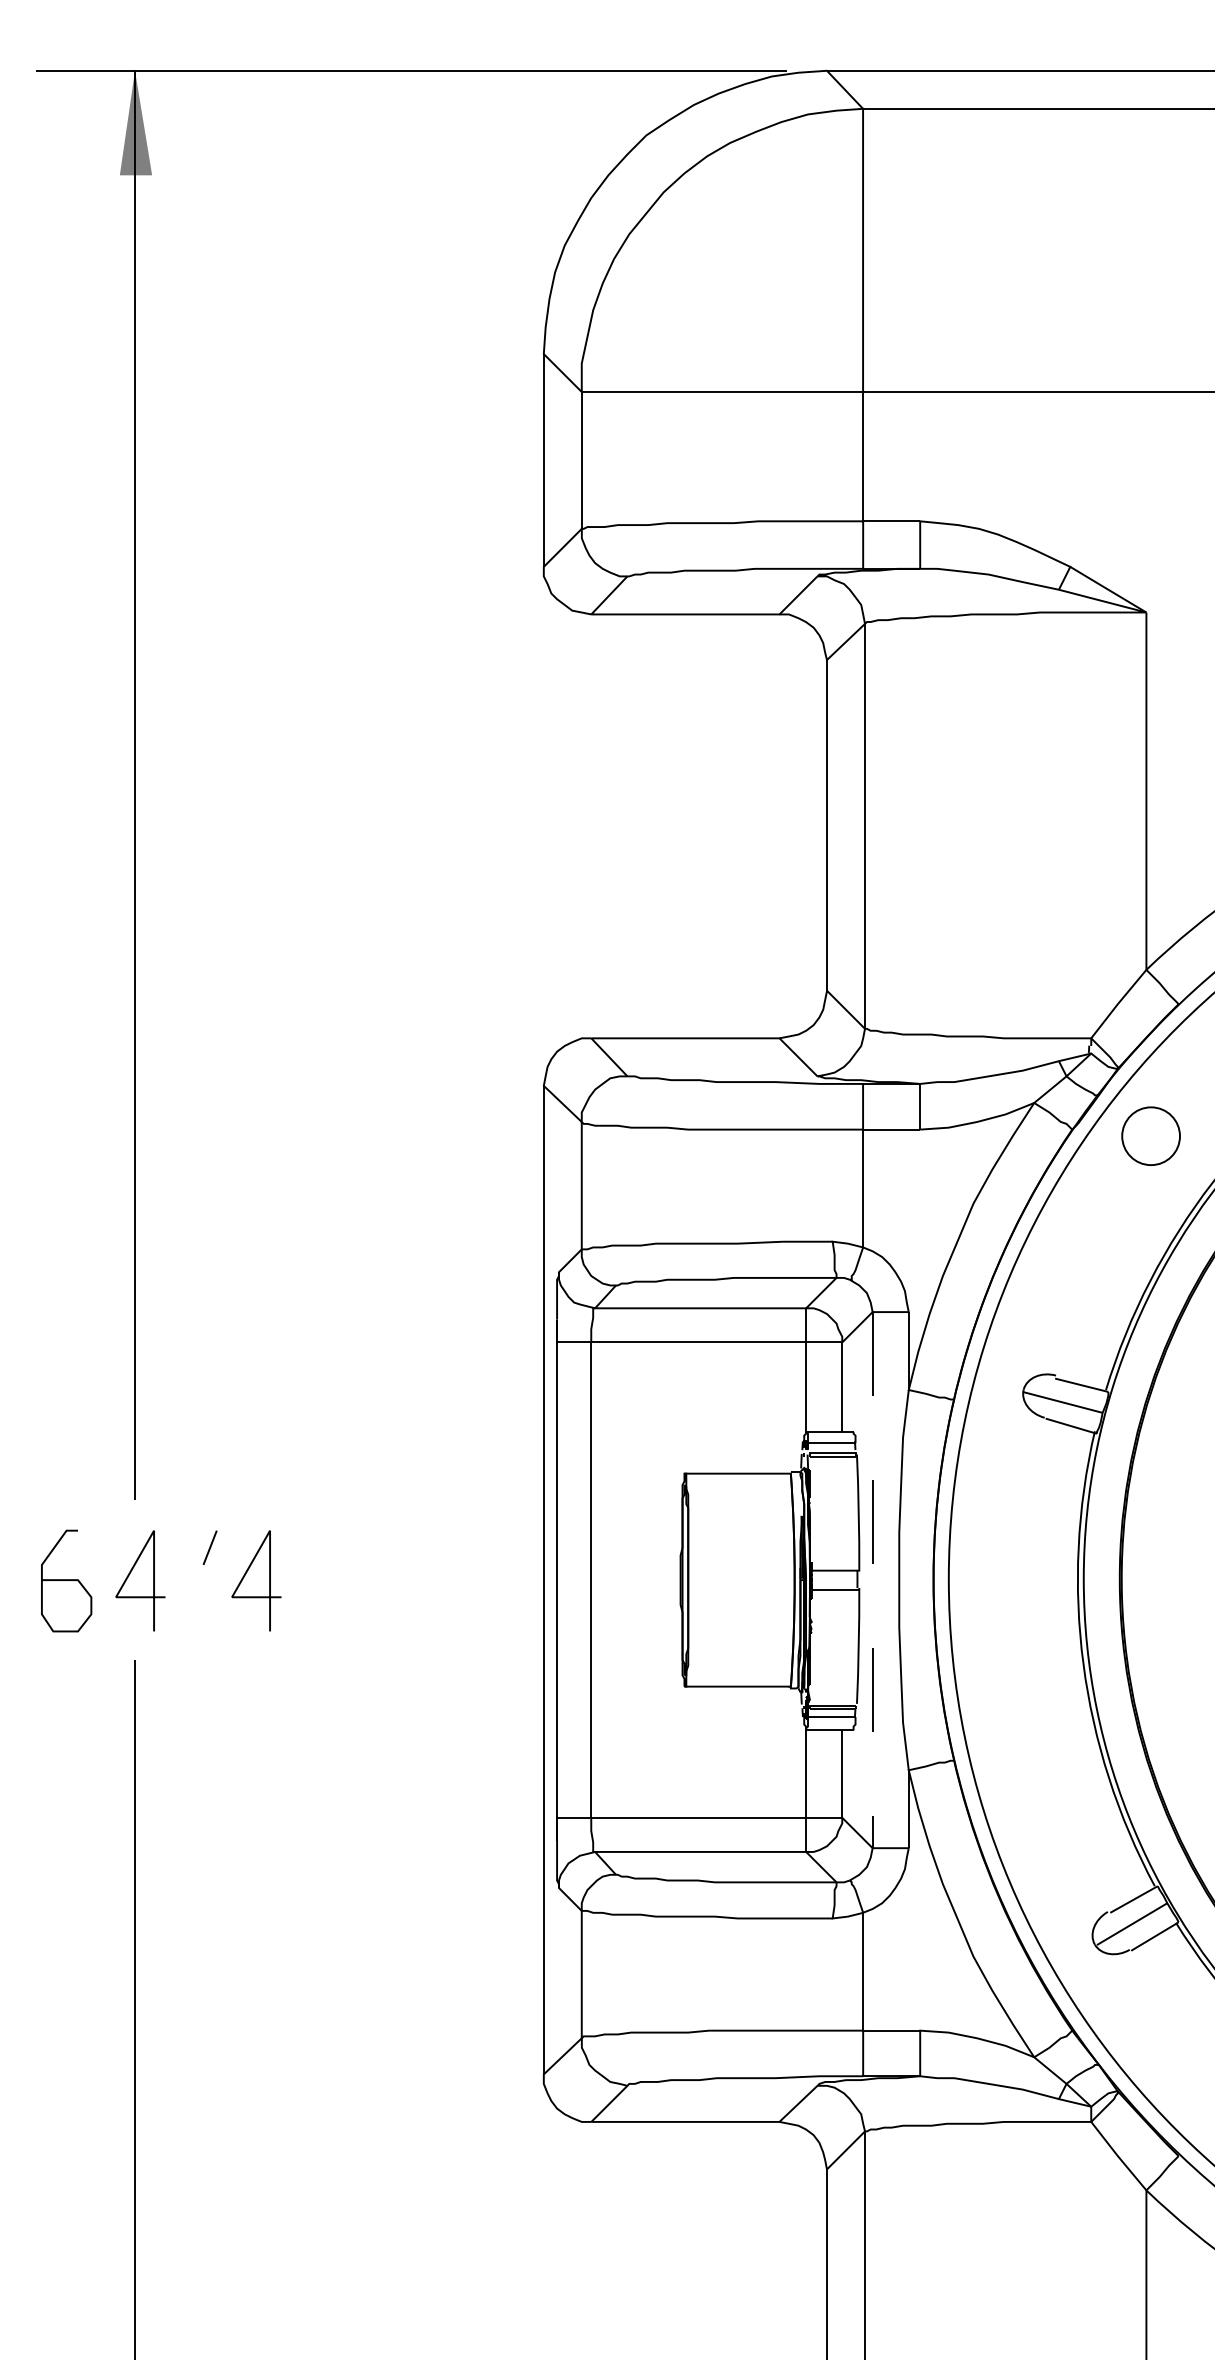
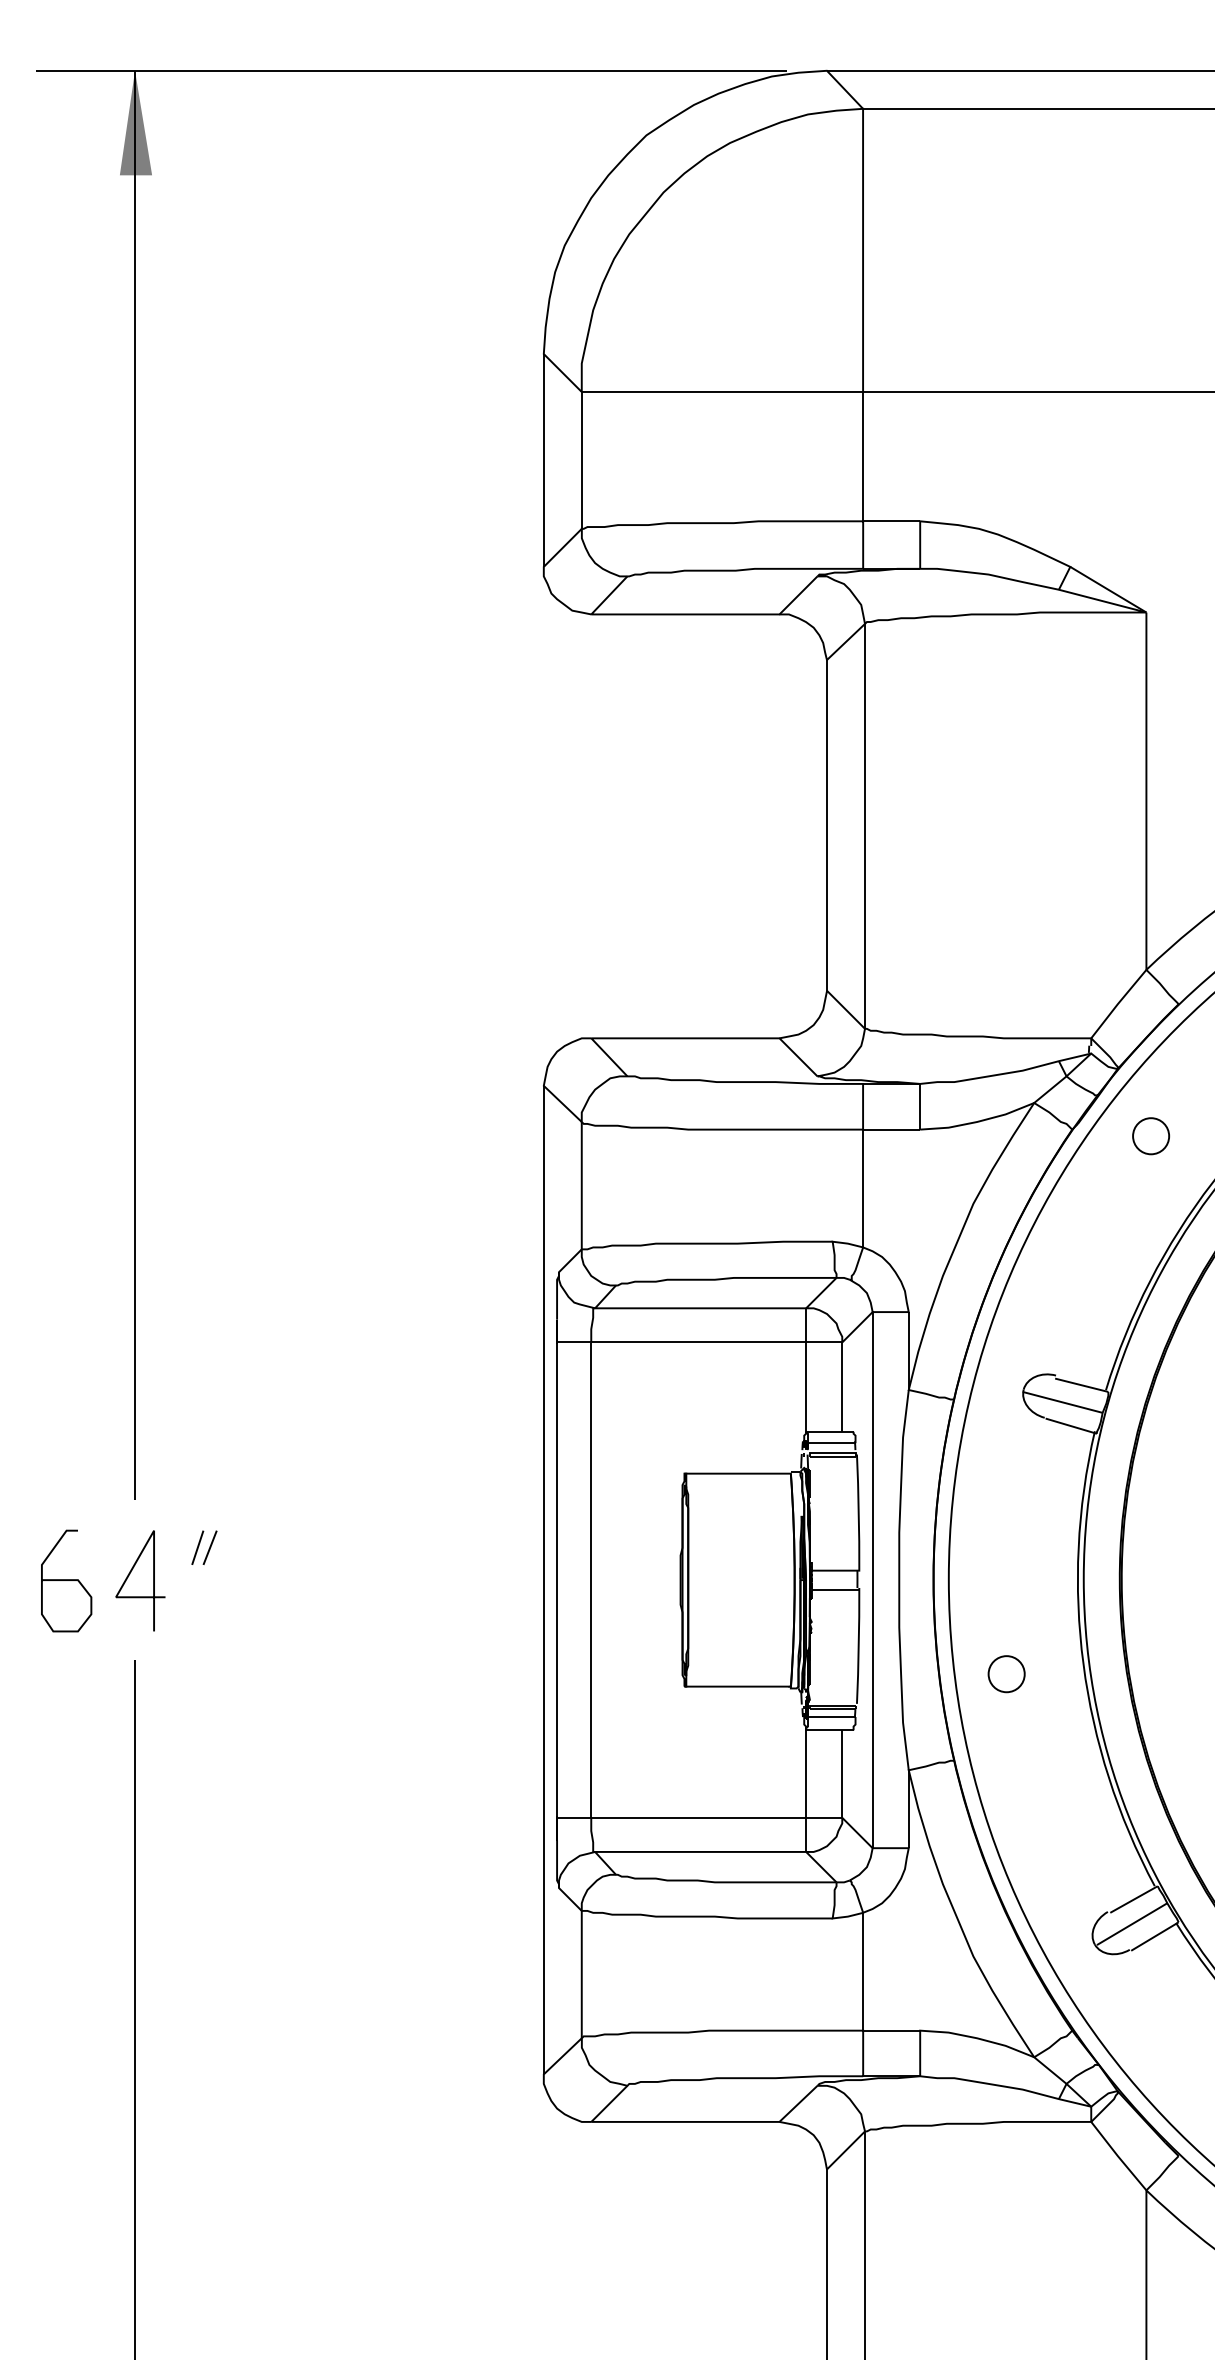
circle at (1151, 1136) diameter: 58 px -> 36 px
line at (197, 1547): none -> present
line at (246, 1574): present -> none
line at (872, 1580): dashed -> solid
circle at (1006, 1674): none -> present
